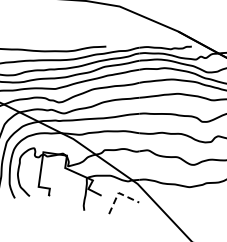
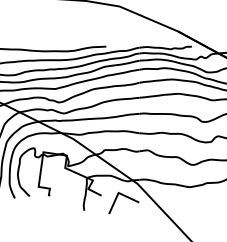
line at (118, 192): dashed -> solid
